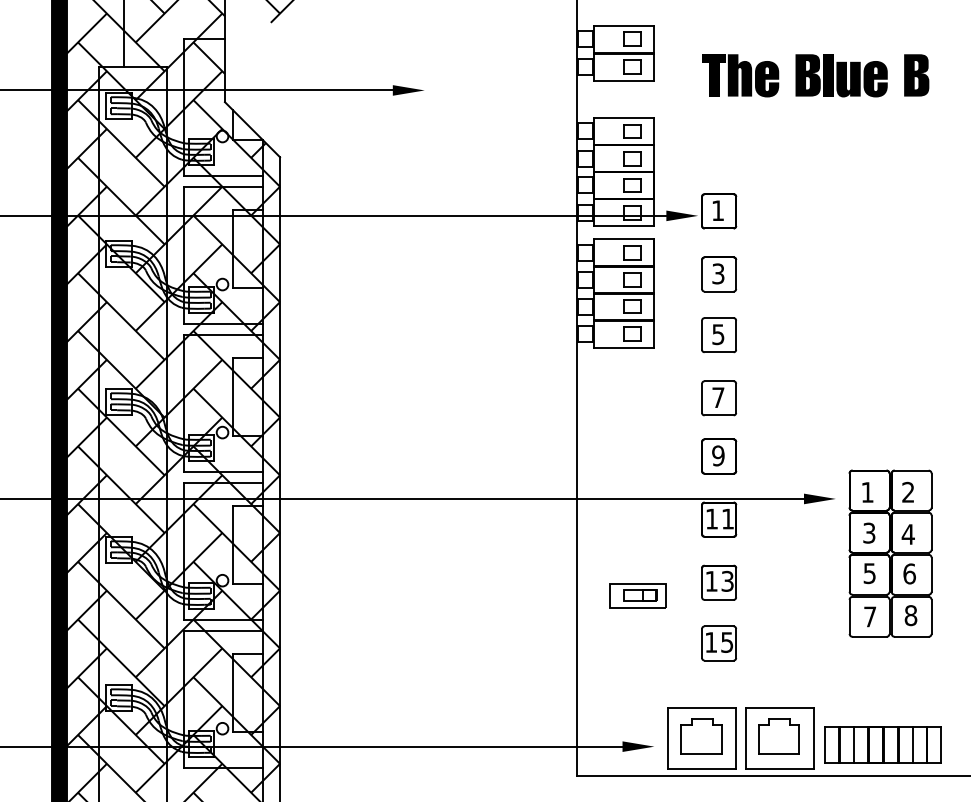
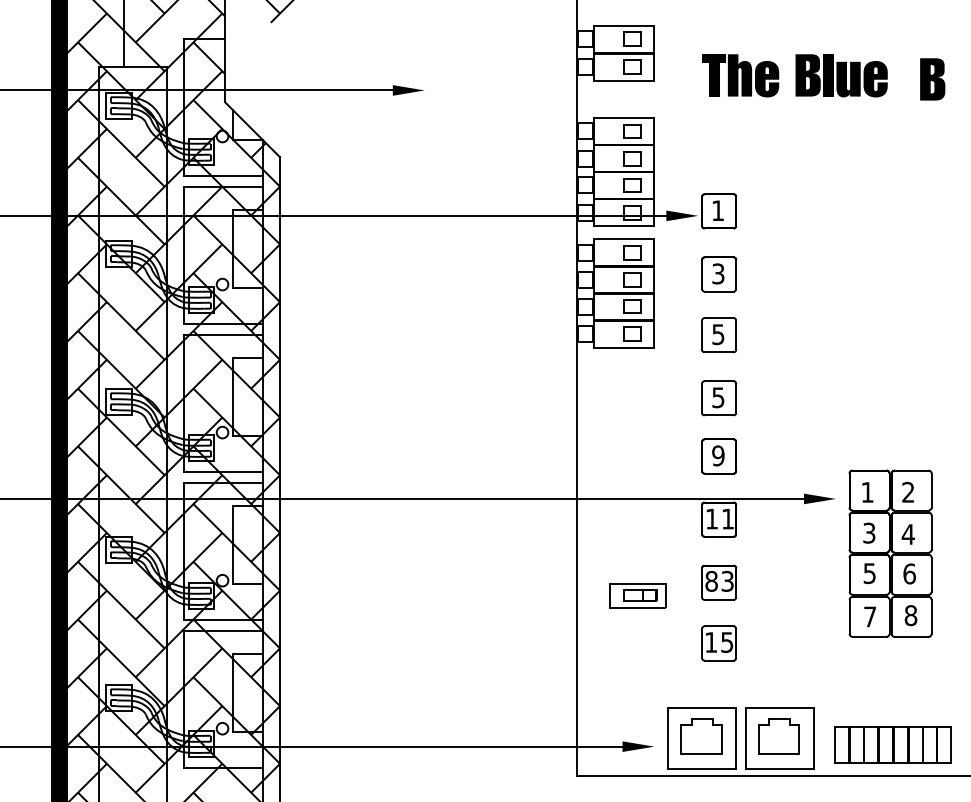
part at (916, 75) position: (916, 75) -> (932, 79)
text at (718, 397): 7 -> 5
text at (711, 580): 13 -> 83
part at (882, 744) position: (882, 744) -> (892, 744)
